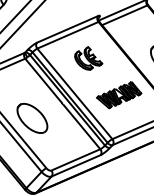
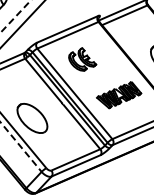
line at (15, 16): solid -> dashed
part at (88, 58) position: (88, 58) -> (82, 59)
line at (21, 147): solid -> dashed
